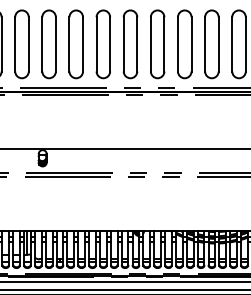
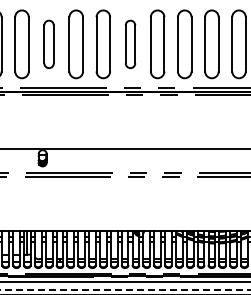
part at (48, 44) size: 16x71 px -> 12x50 px
part at (130, 44) size: 17x71 px -> 13x50 px
line at (125, 290): solid -> dashed
